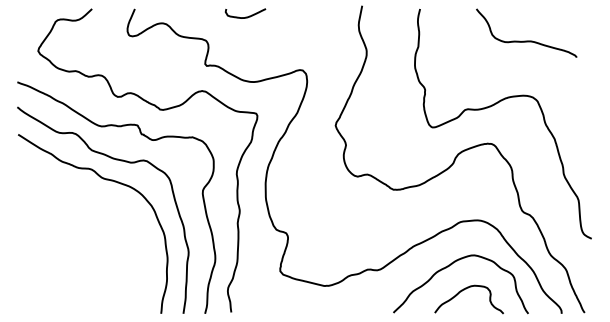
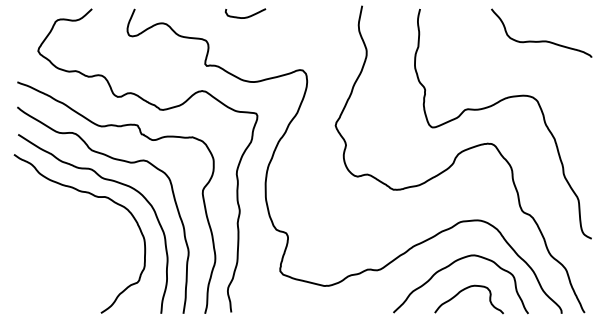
curve at (526, 40) position: (526, 40) -> (541, 40)
curve at (95, 197): none -> present
